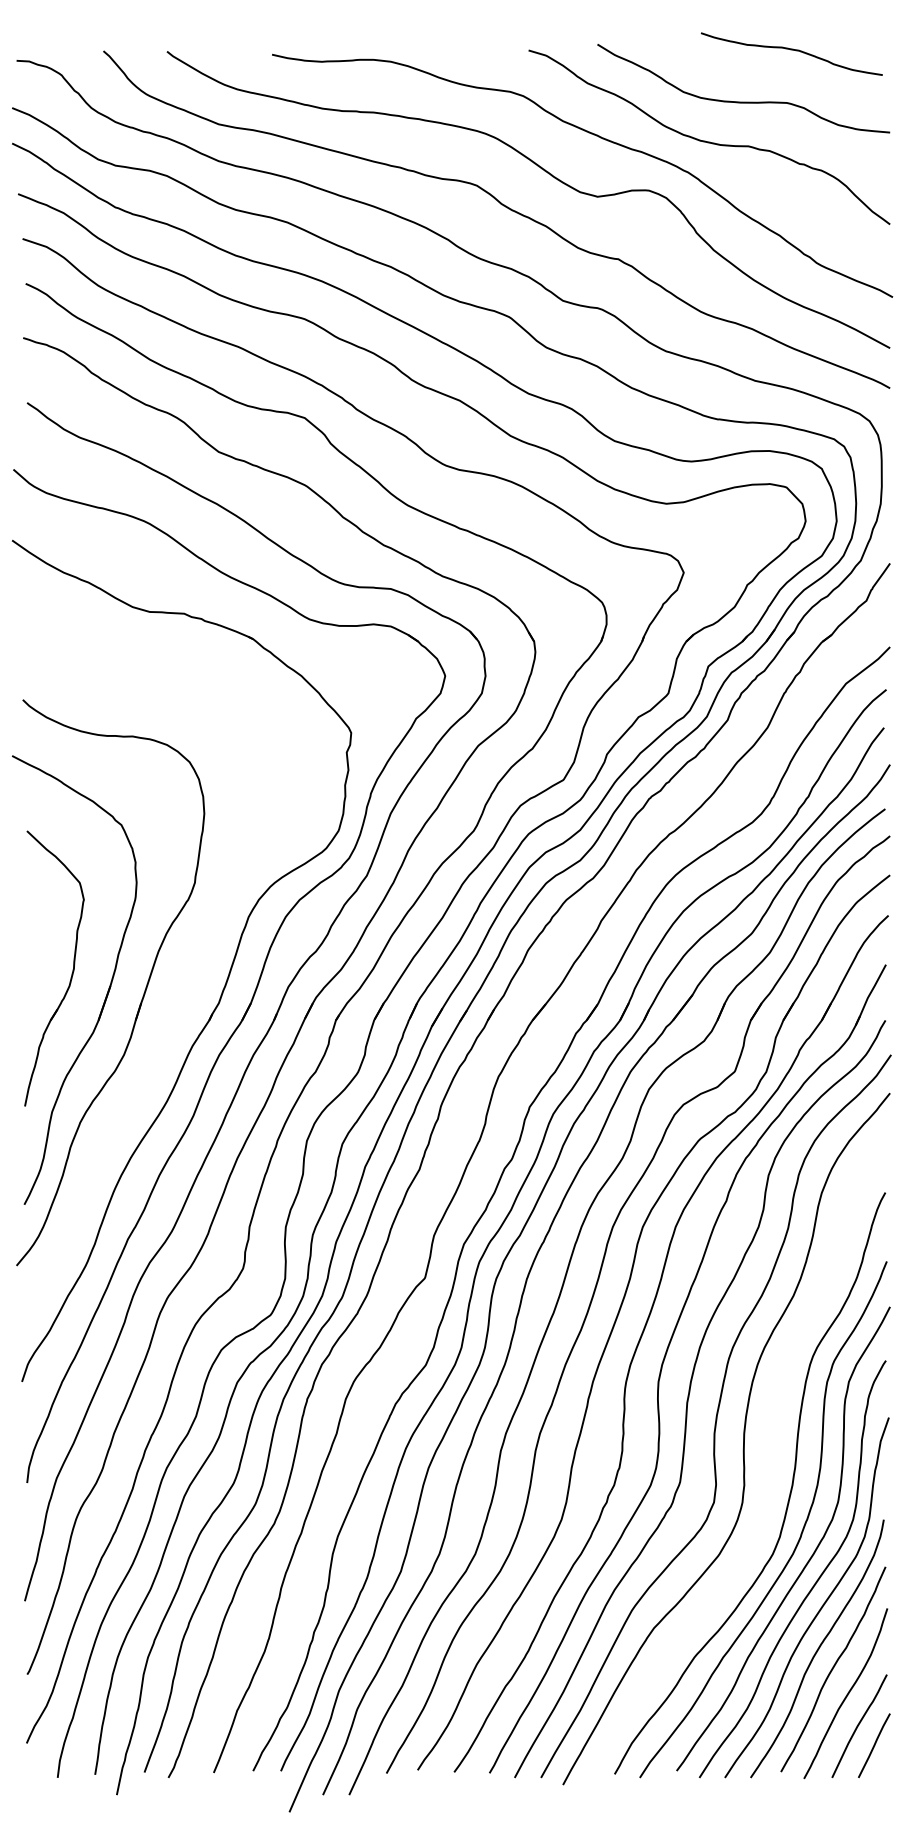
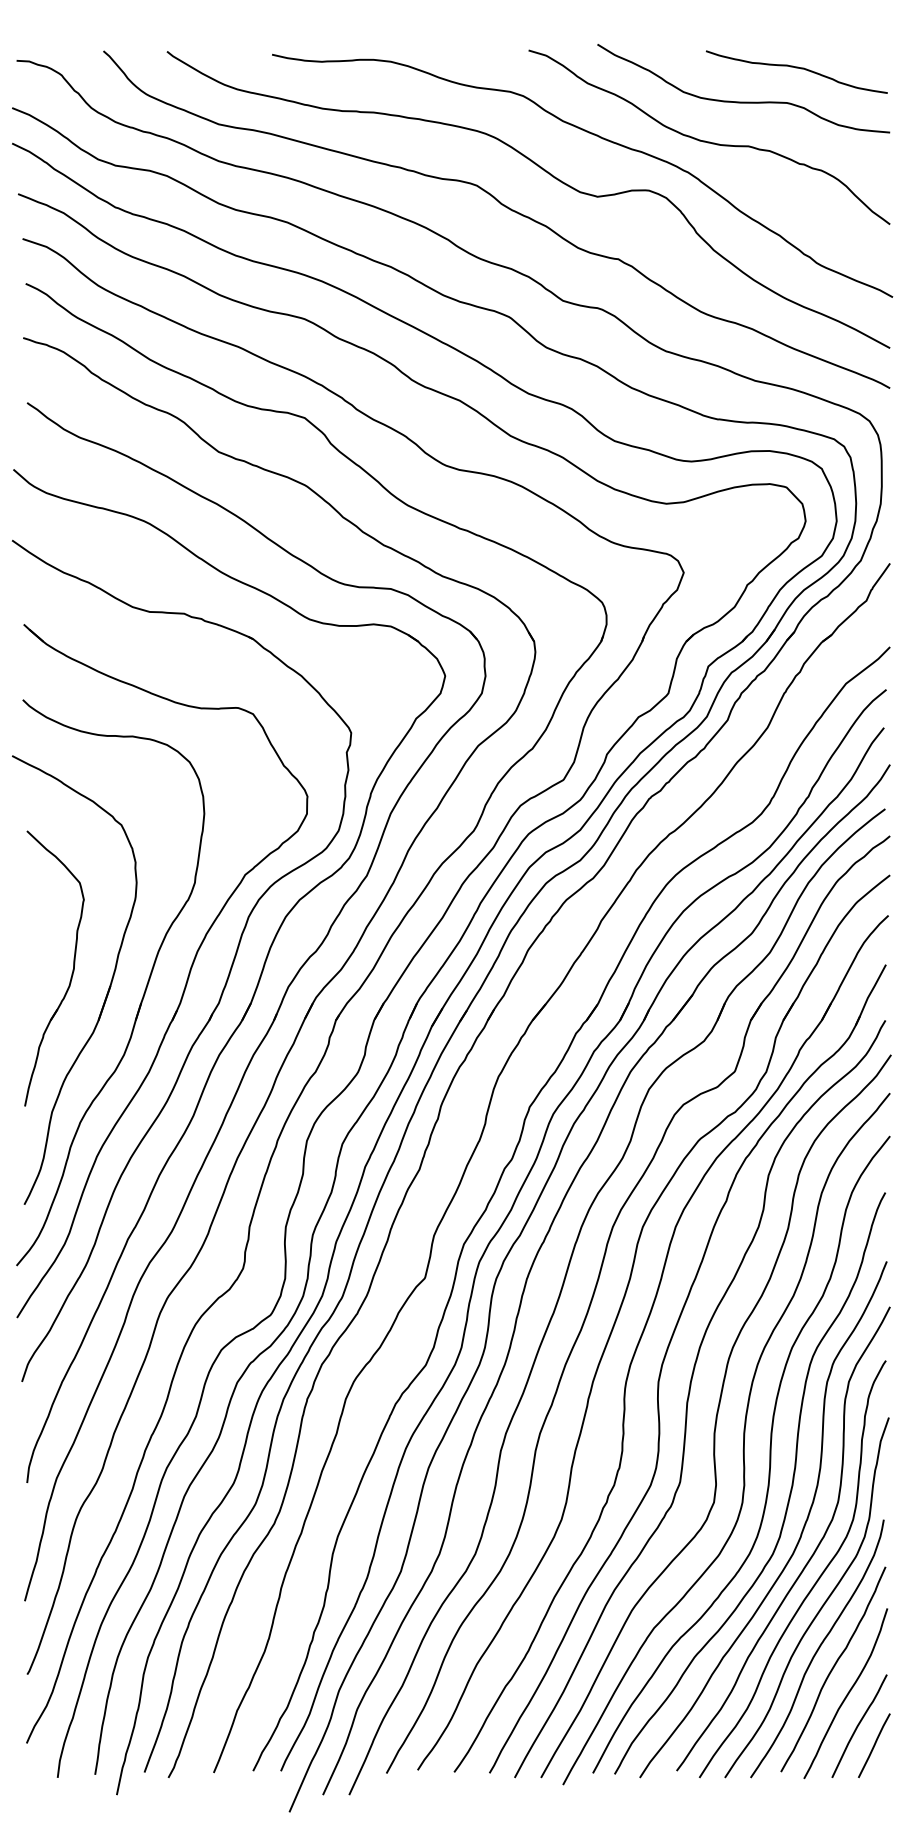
curve at (791, 50) position: (791, 50) -> (796, 68)
part at (186, 979): none -> present
curve at (769, 1454): none -> present
